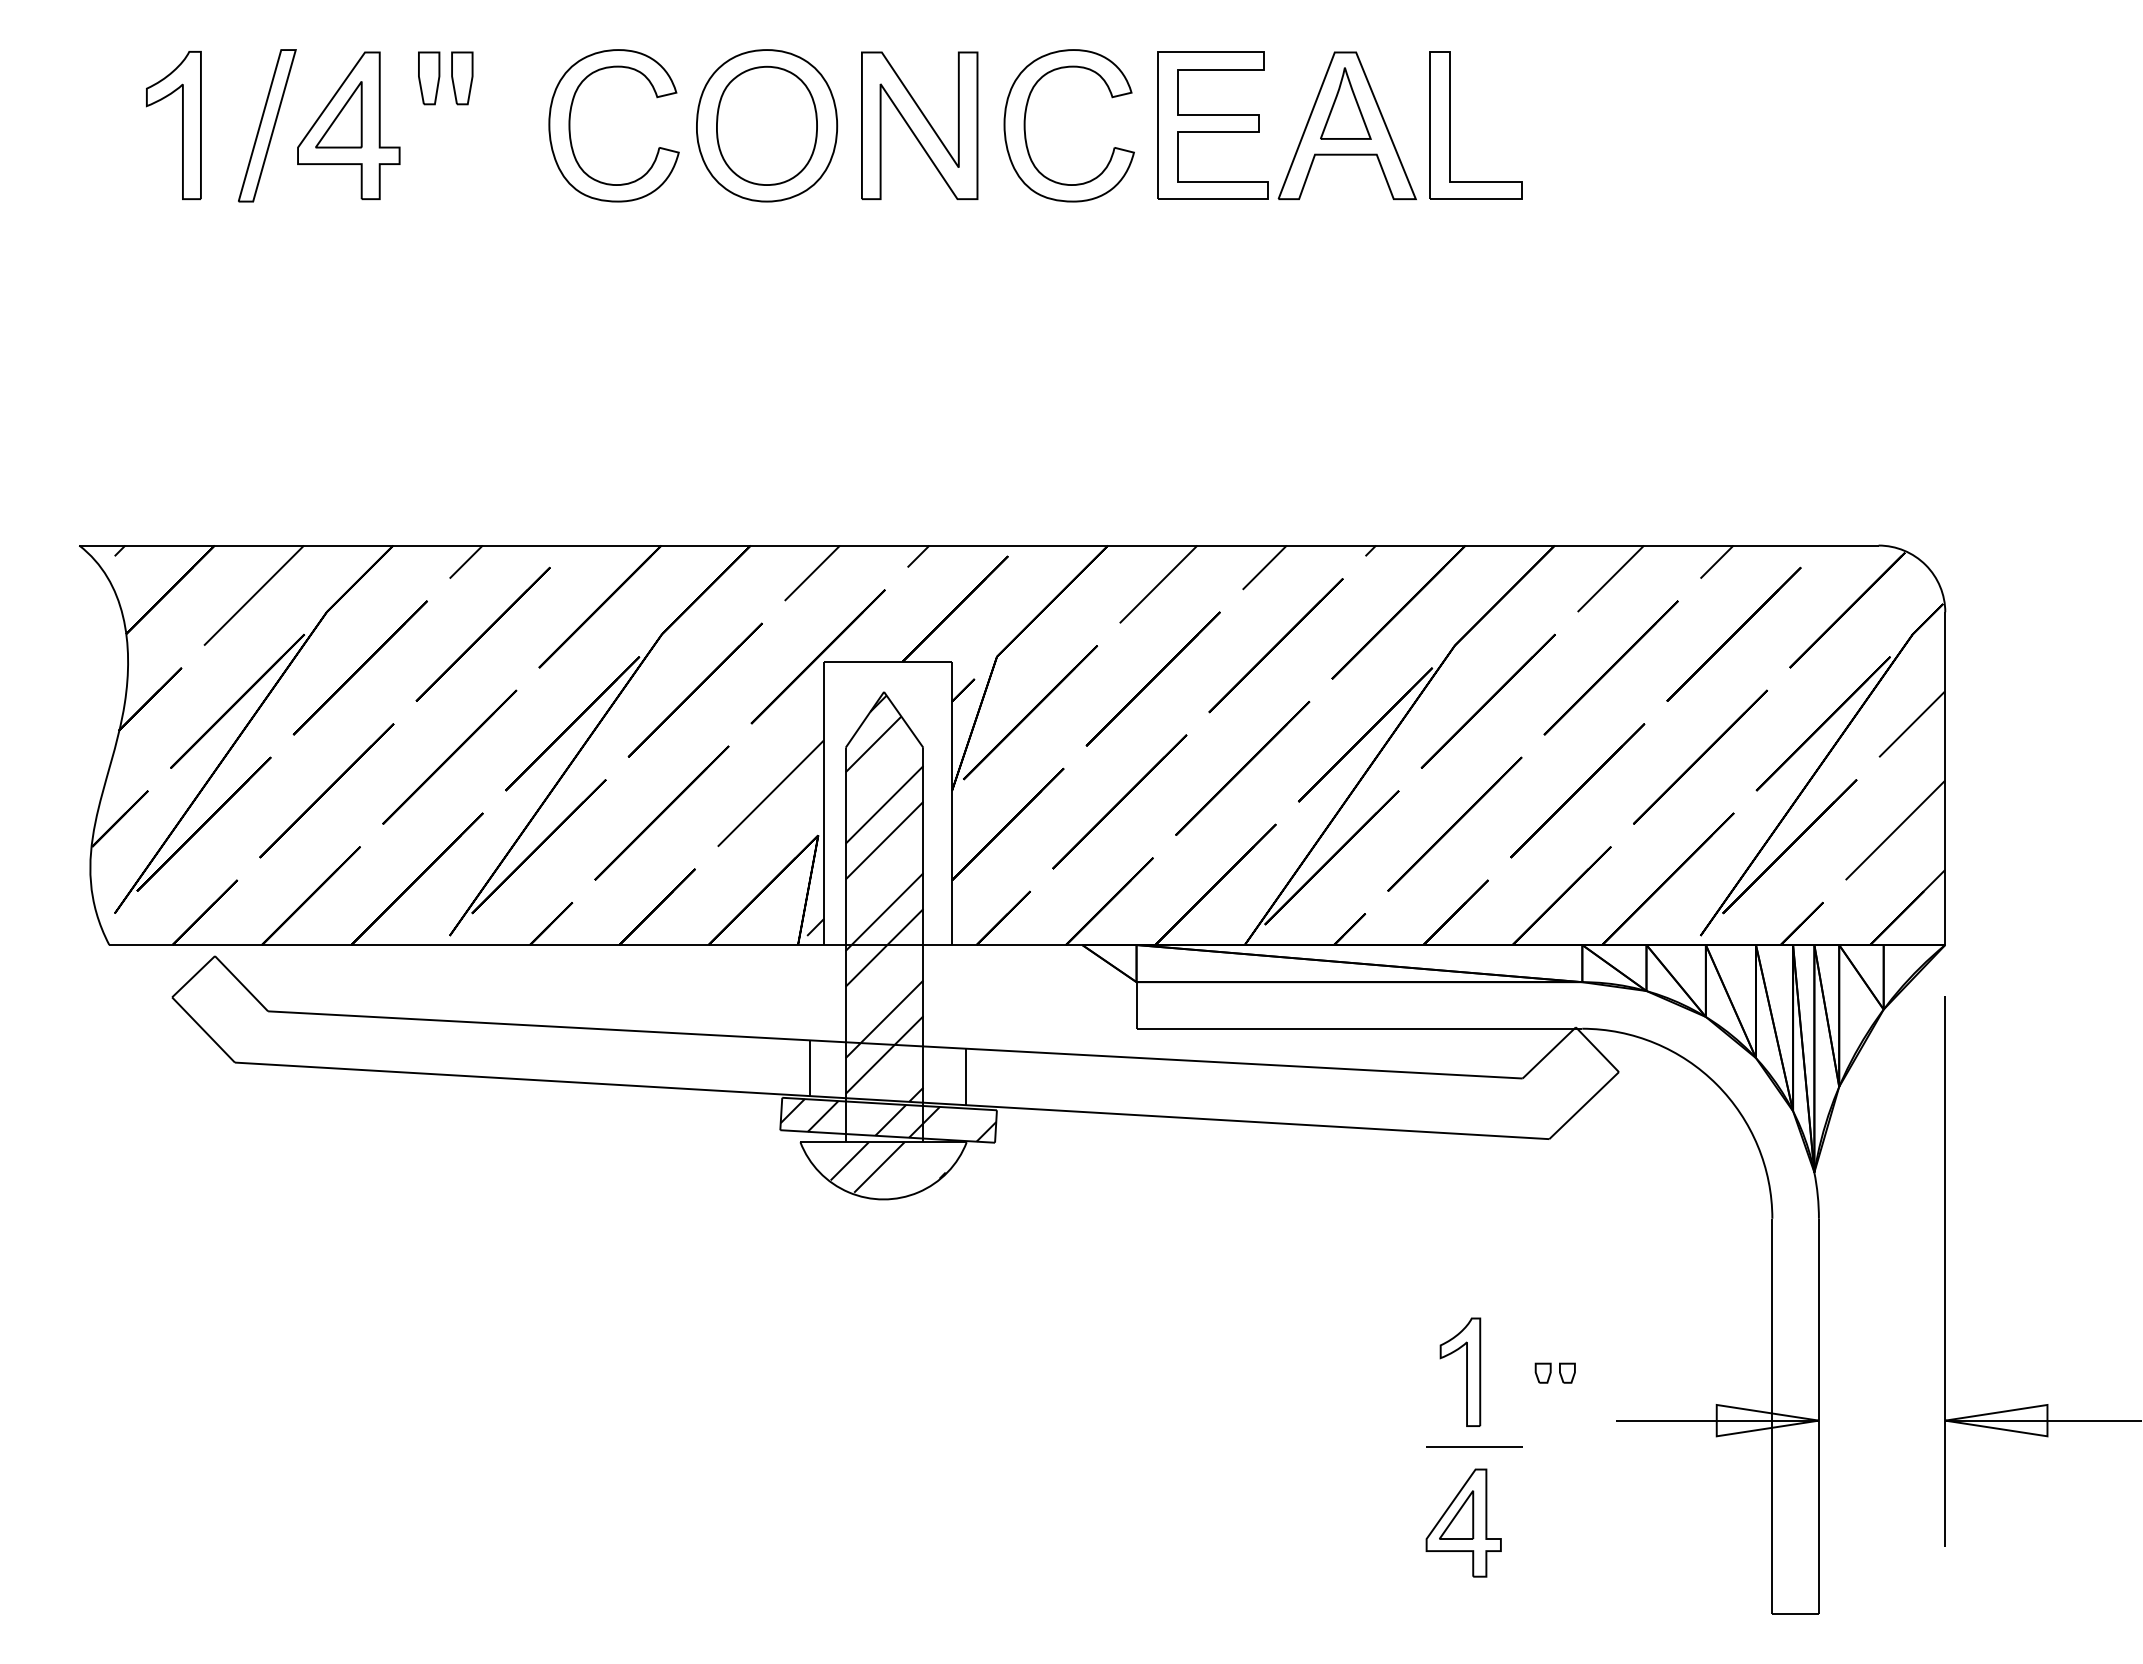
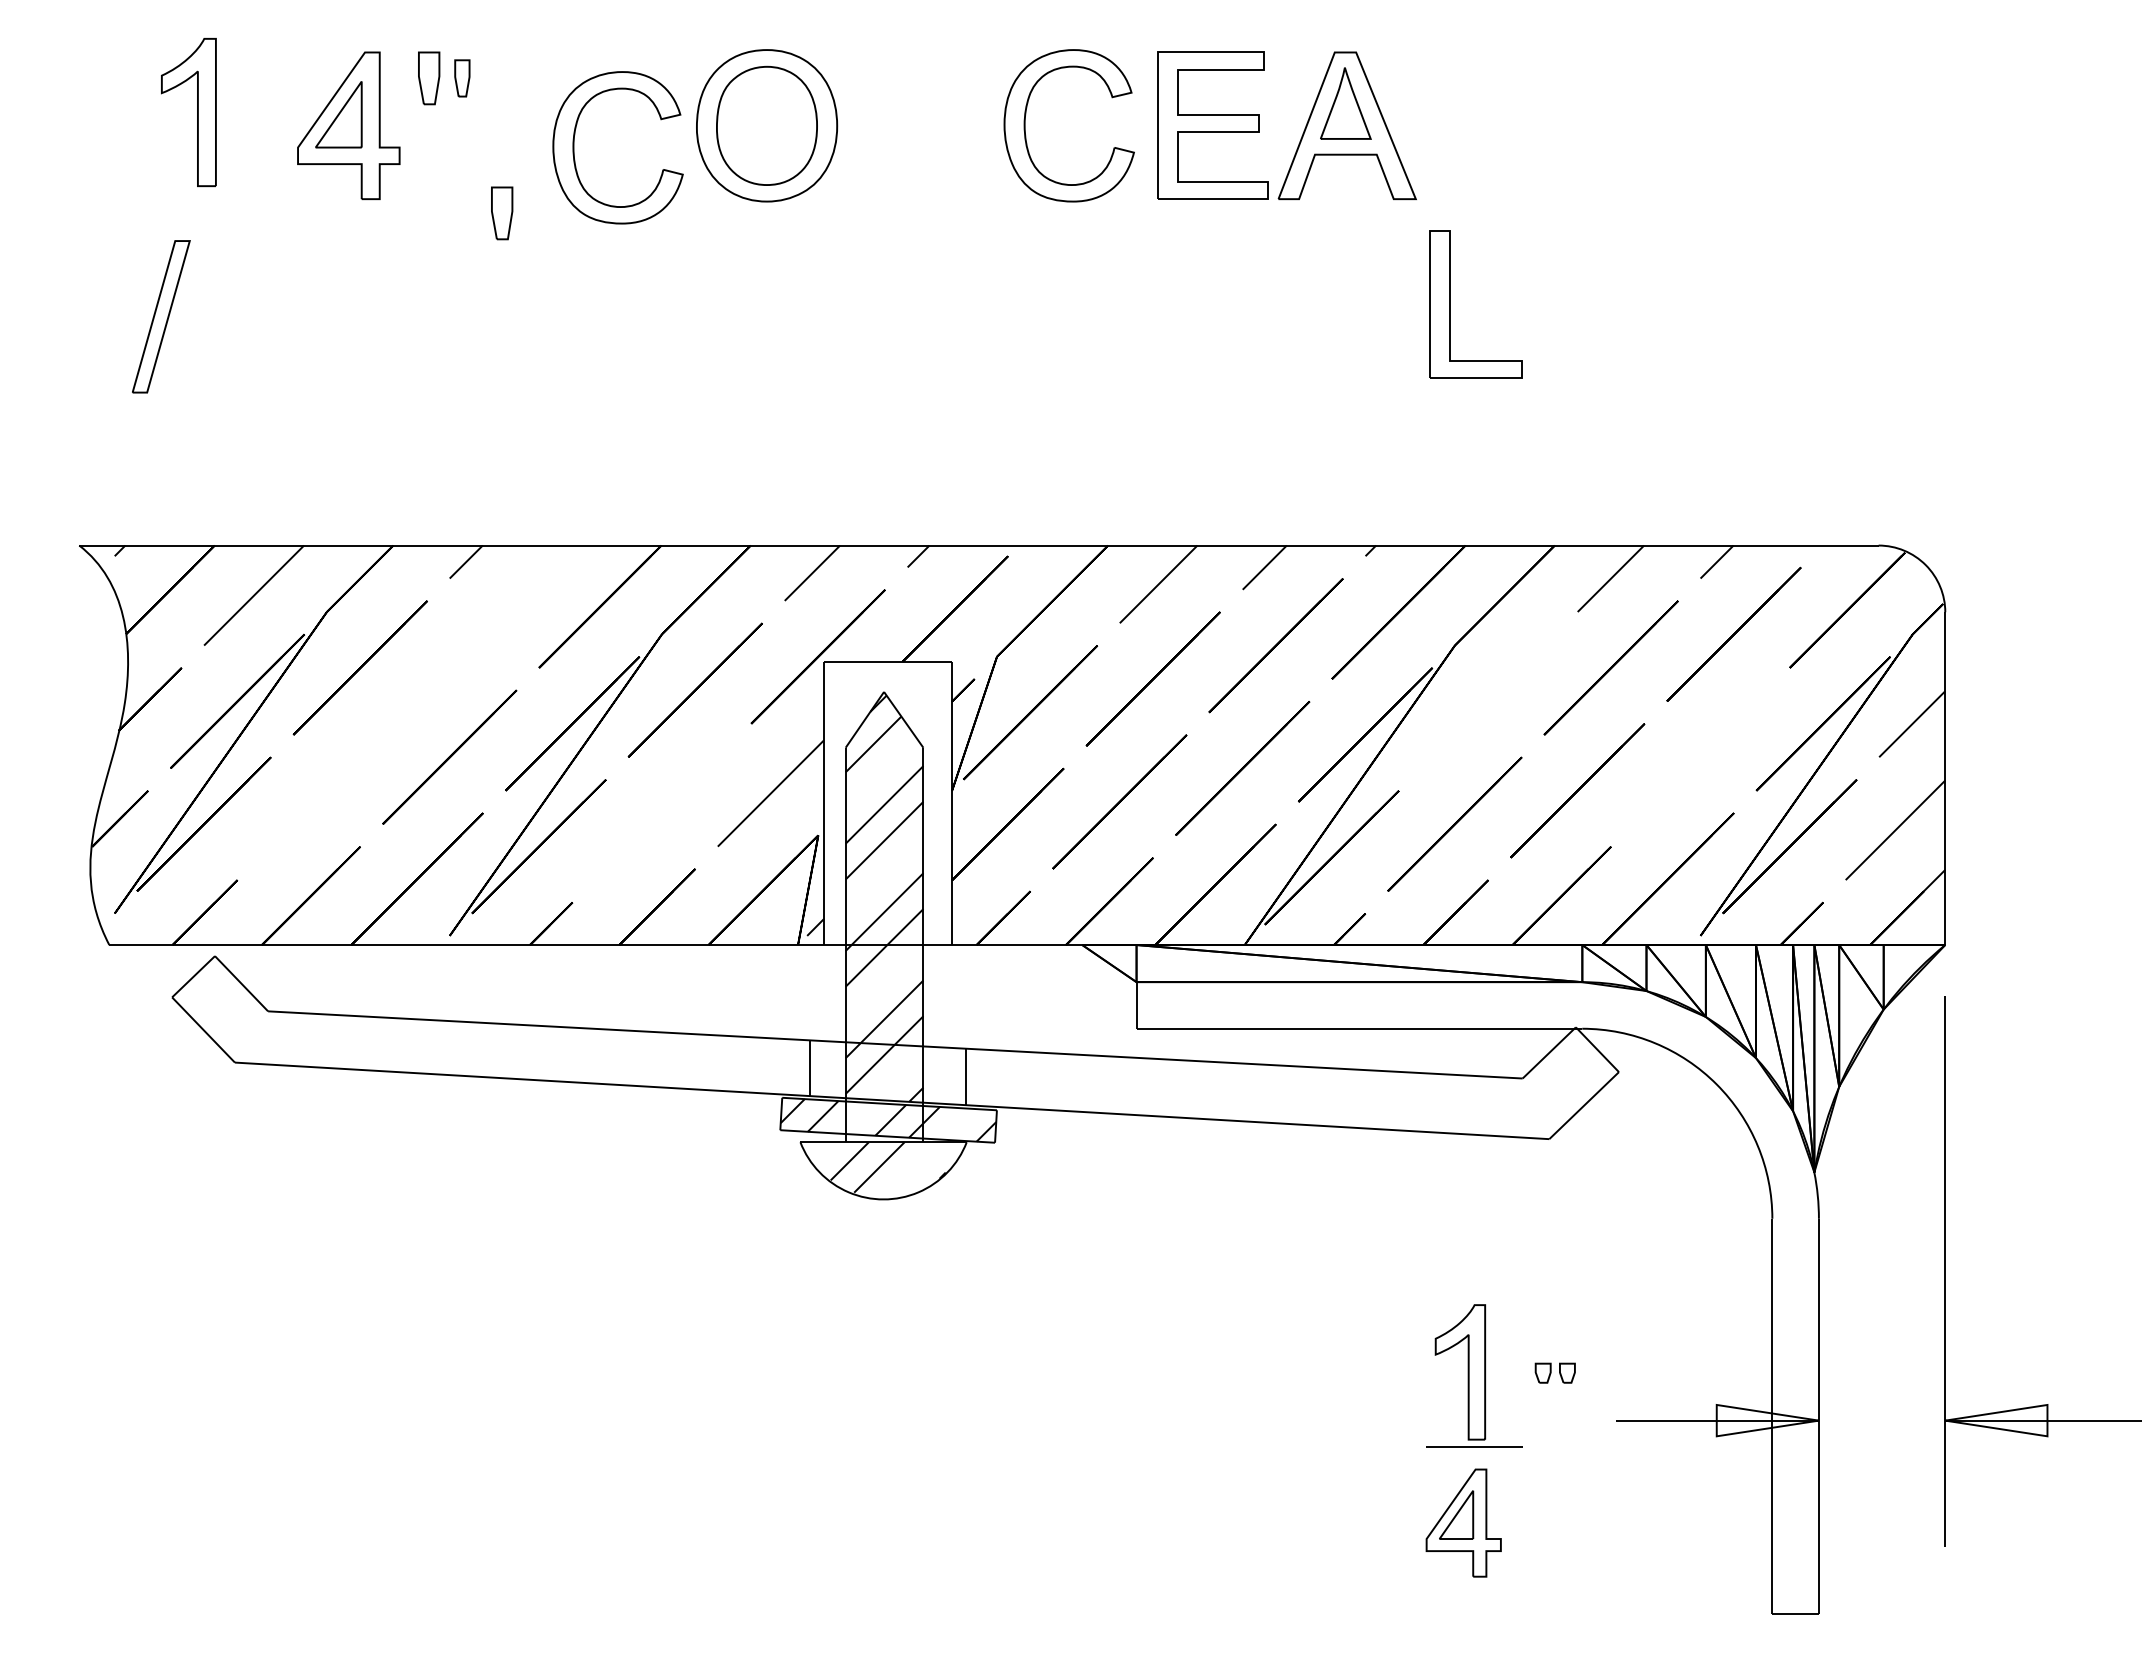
part at (462, 78) size: 23x55 px -> 17x39 px
part at (182, 125) position: (182, 125) -> (197, 112)
part at (267, 125) position: (267, 125) -> (161, 316)
part at (570, 125) position: (570, 125) -> (574, 147)
part at (919, 125): present -> none
part at (1450, 125) position: (1450, 125) -> (1450, 304)
part at (502, 213): none -> present
line at (482, 633): present -> none
line at (1487, 700): present -> none
line at (1700, 756): present -> none
line at (326, 790): present -> none
line at (661, 812): present -> none
part at (1460, 1371) size: 43x110 px -> 53x137 px
